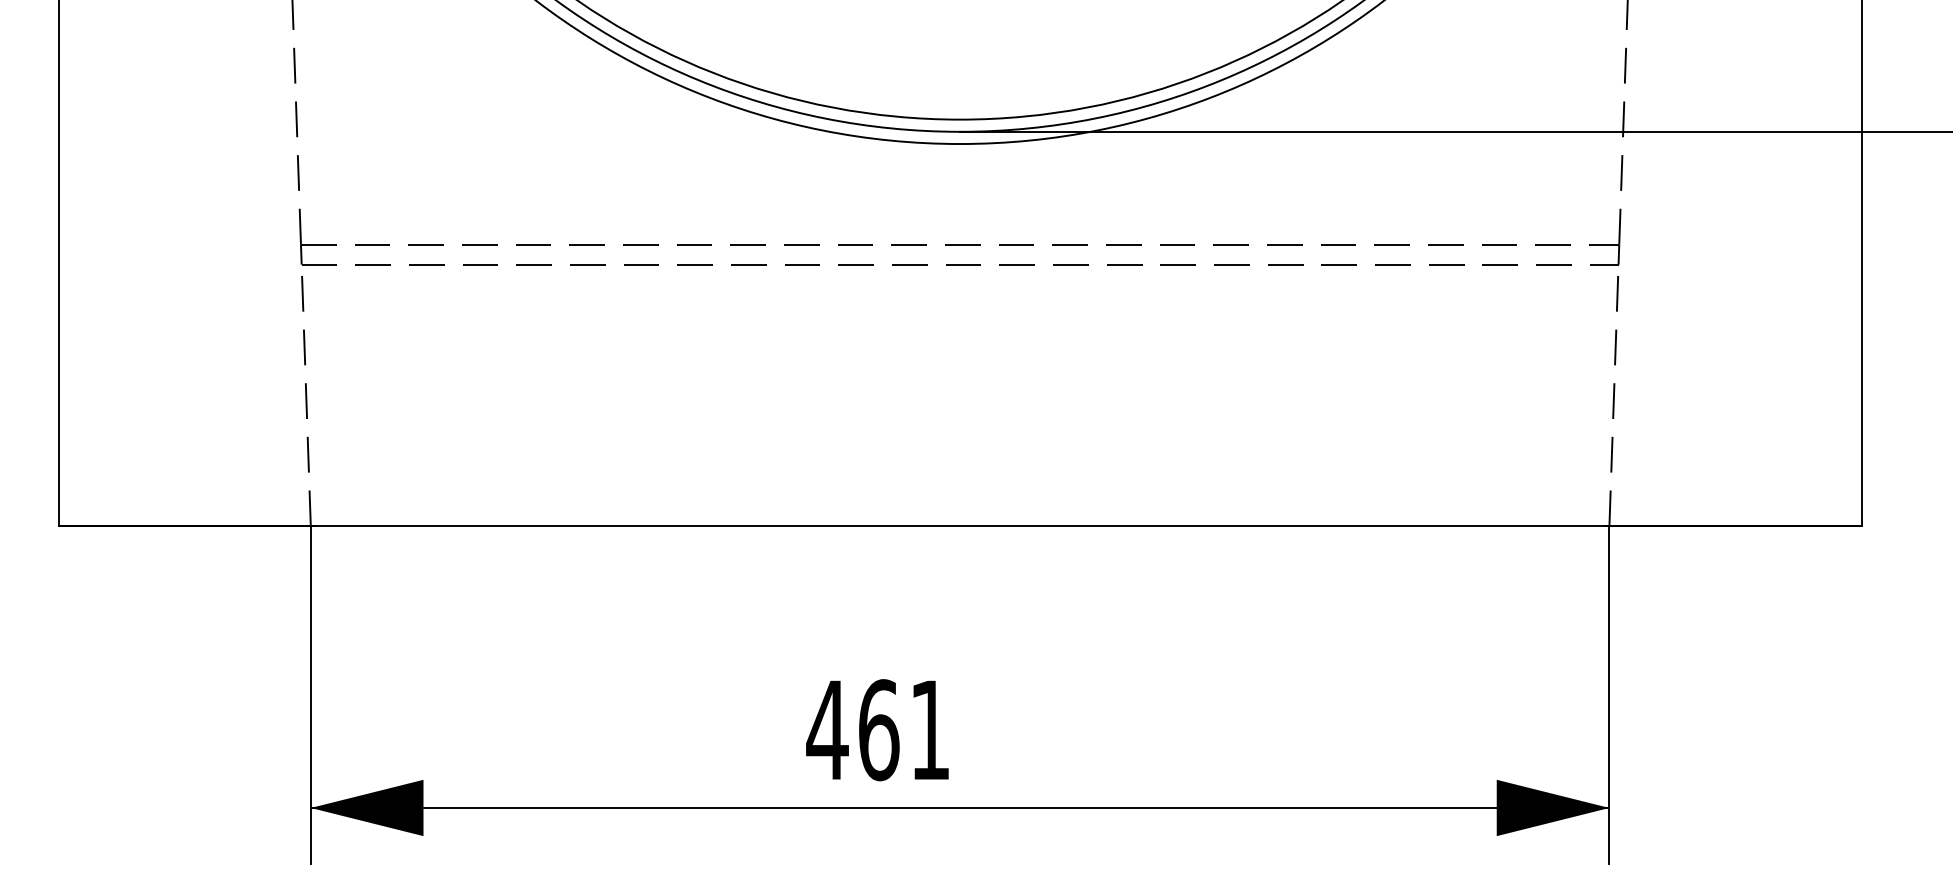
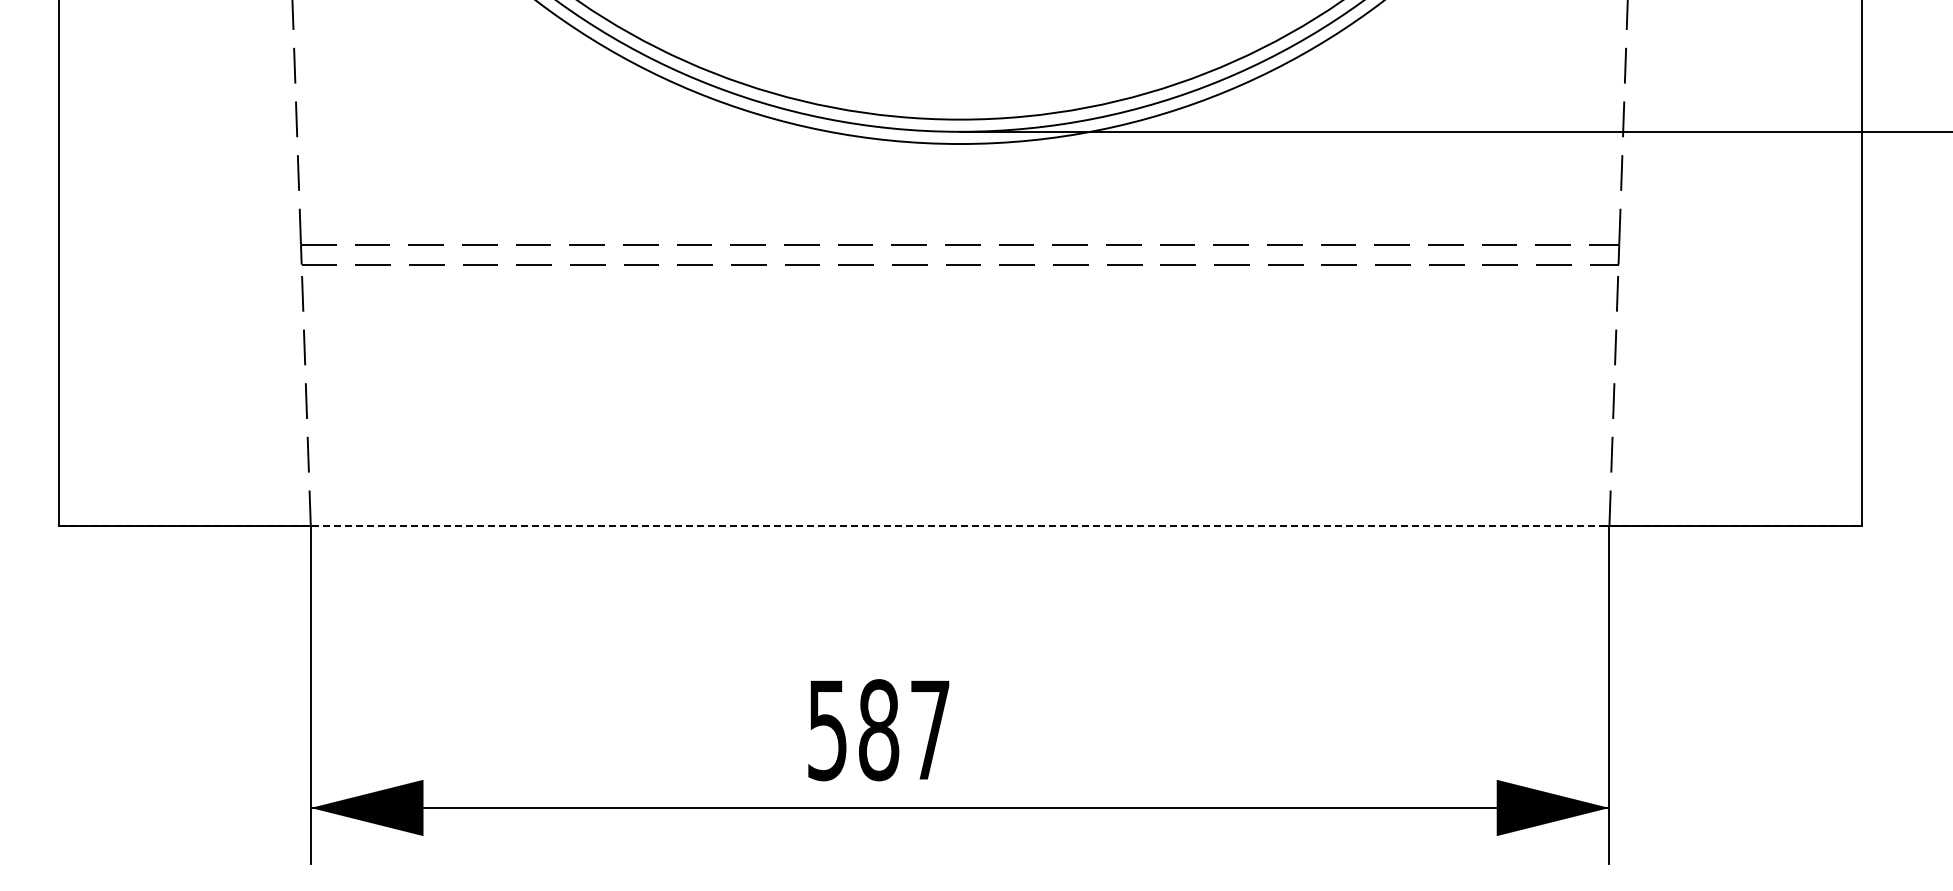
line at (960, 526): solid -> dashed
text at (877, 730): 461 -> 587
